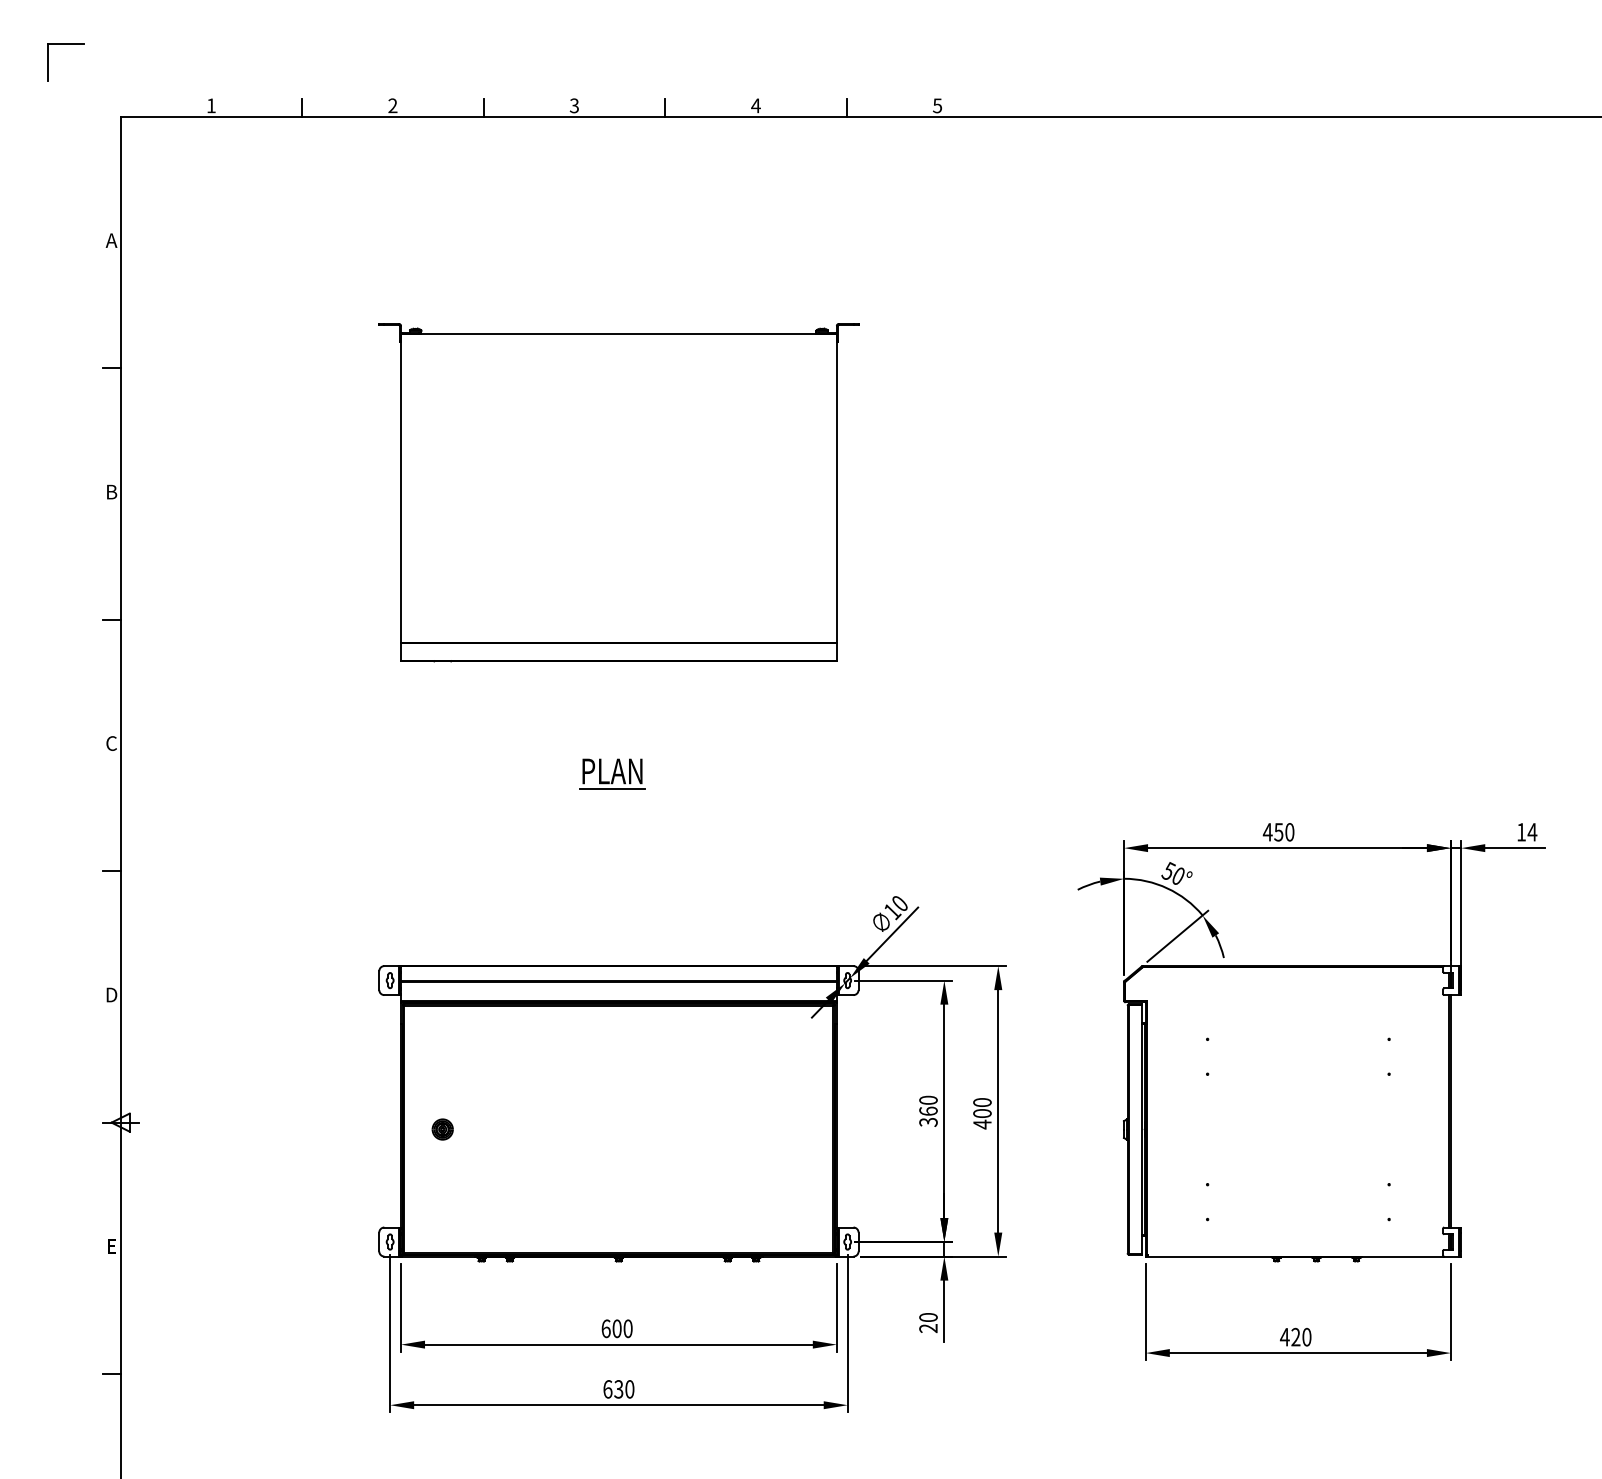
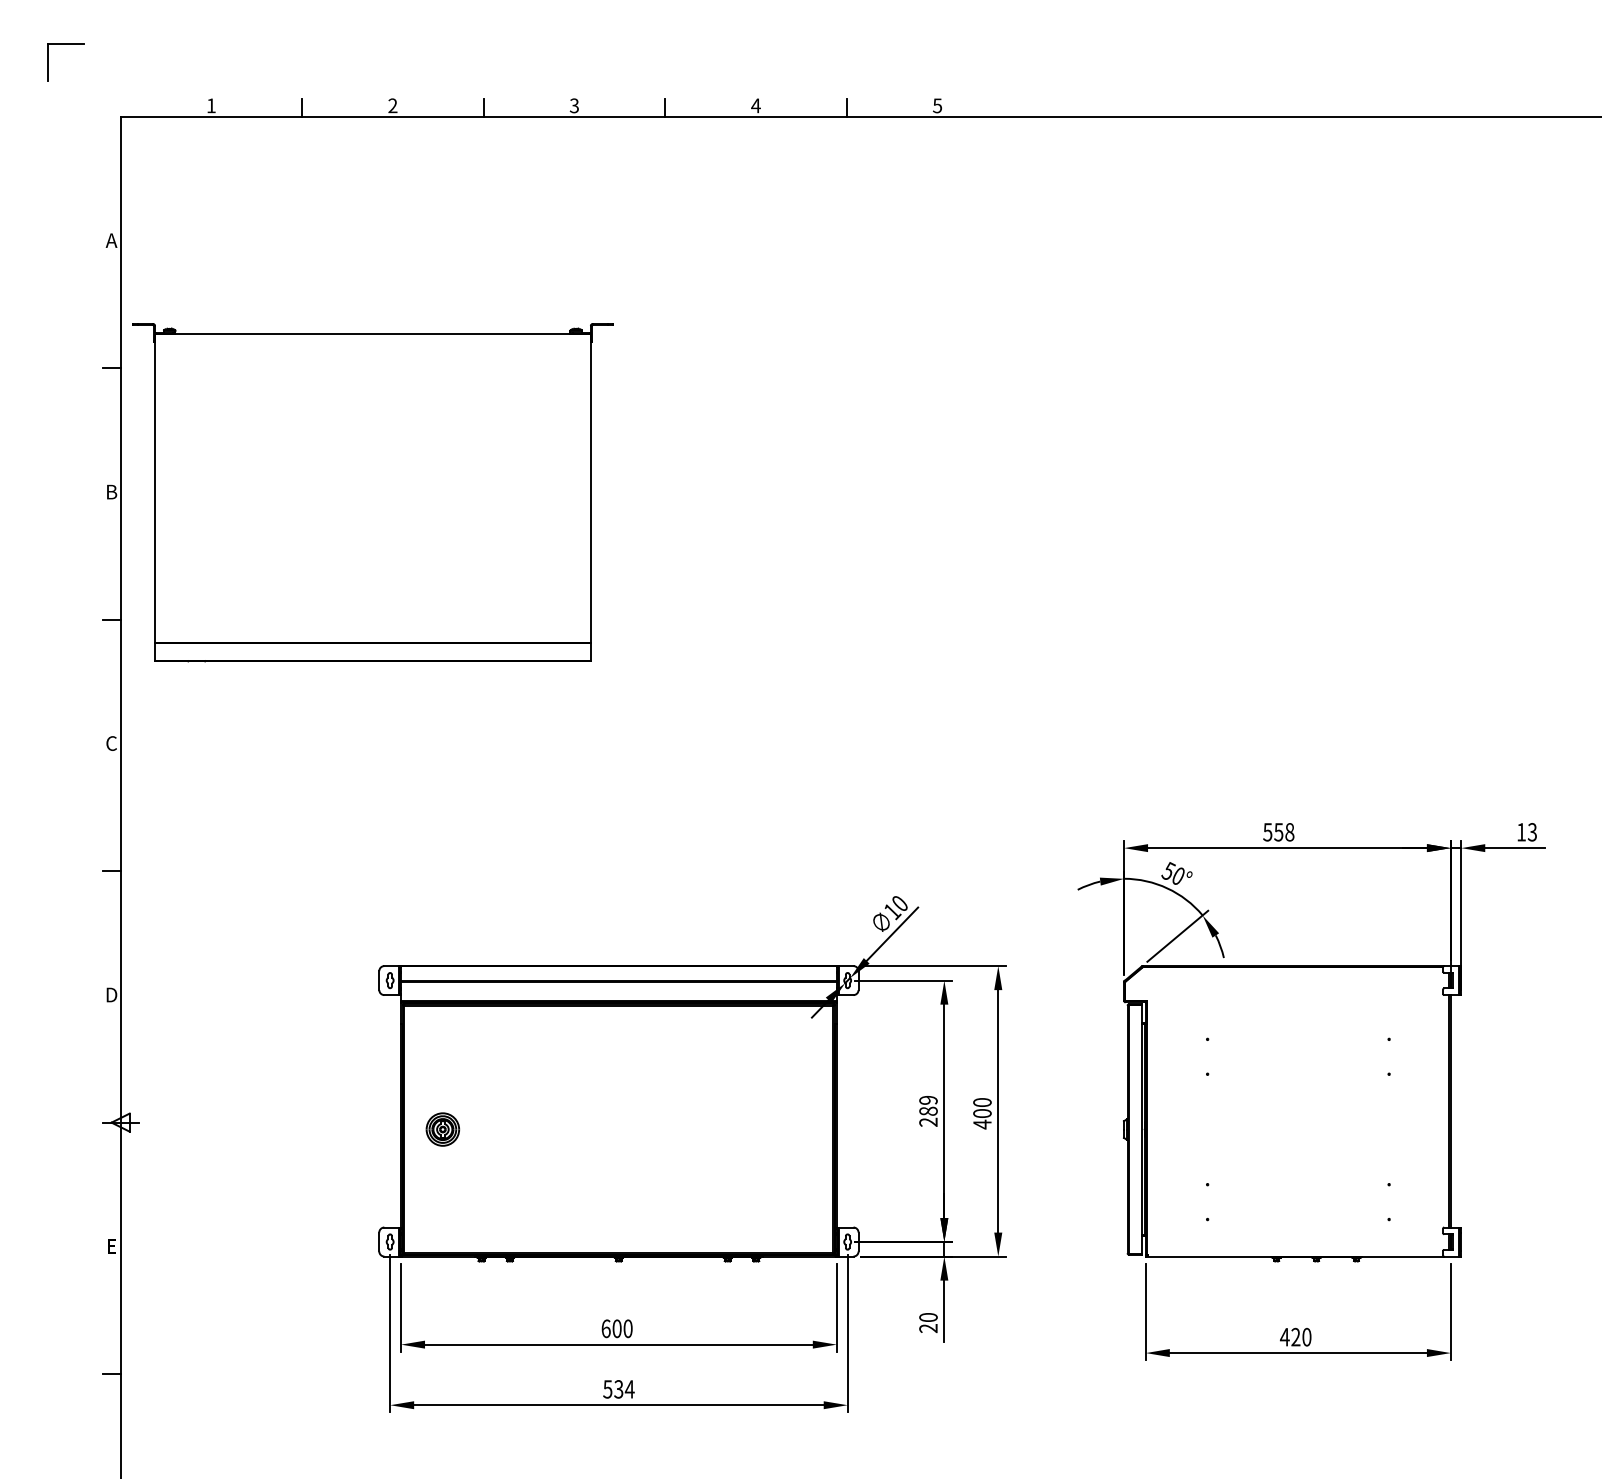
part at (618, 492) position: (618, 492) -> (372, 492)
part at (612, 773): present -> none
text at (1278, 832): 450 -> 558
text at (1532, 832): 14 -> 13
text at (928, 1110): 360 -> 289
part at (442, 1129) size: 23x23 px -> 36x35 px
text at (618, 1389): 630 -> 534
